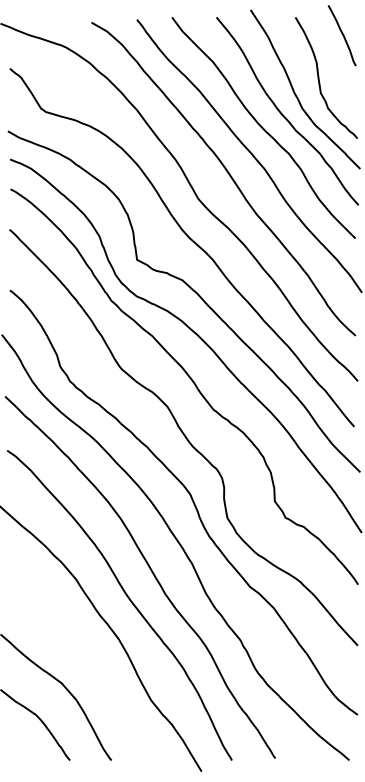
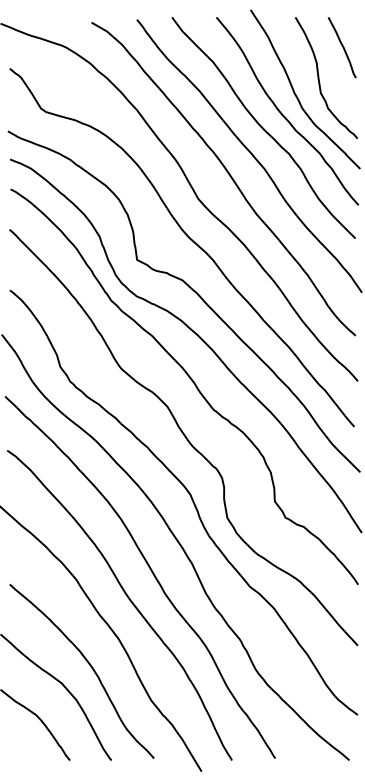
curve at (342, 35) position: (342, 35) -> (342, 47)
curve at (88, 664): none -> present
